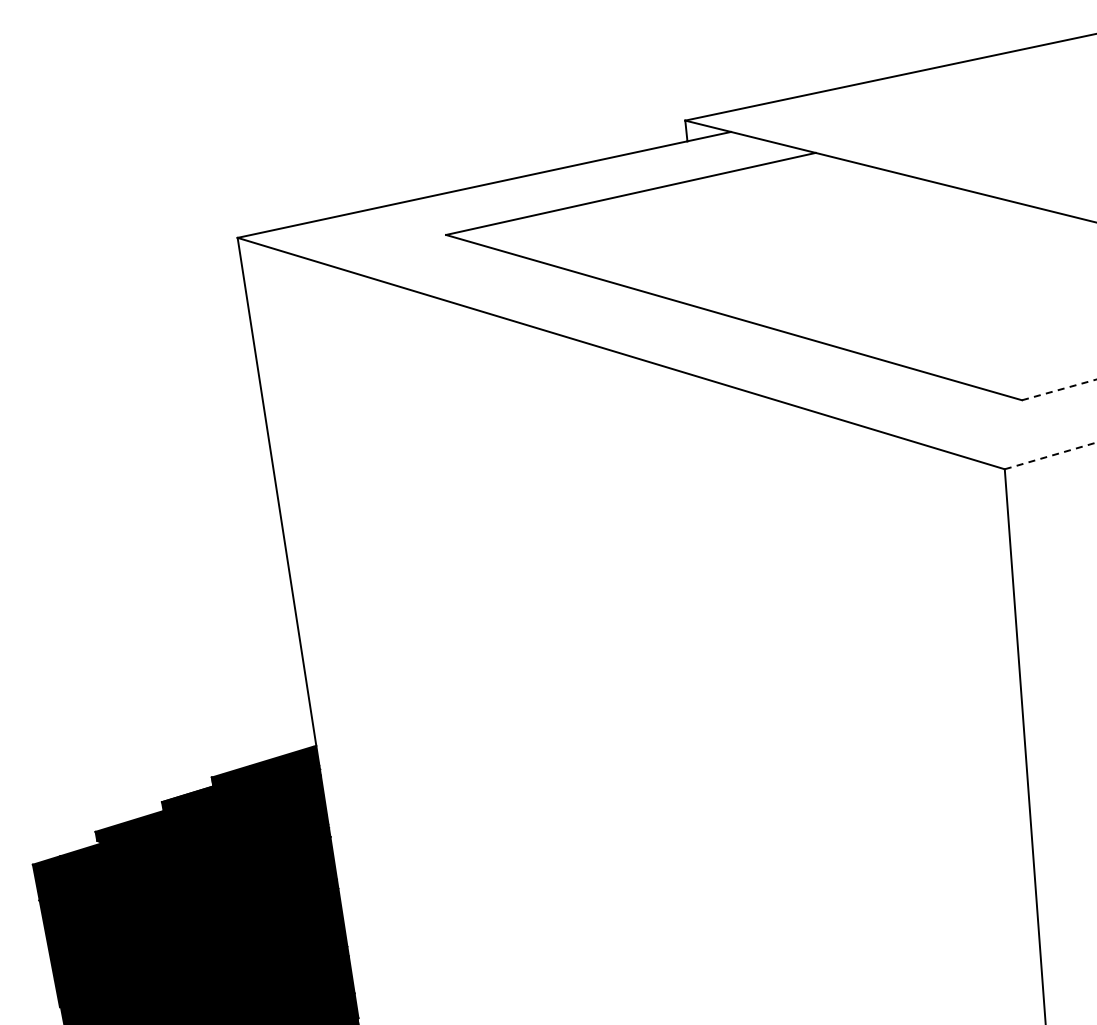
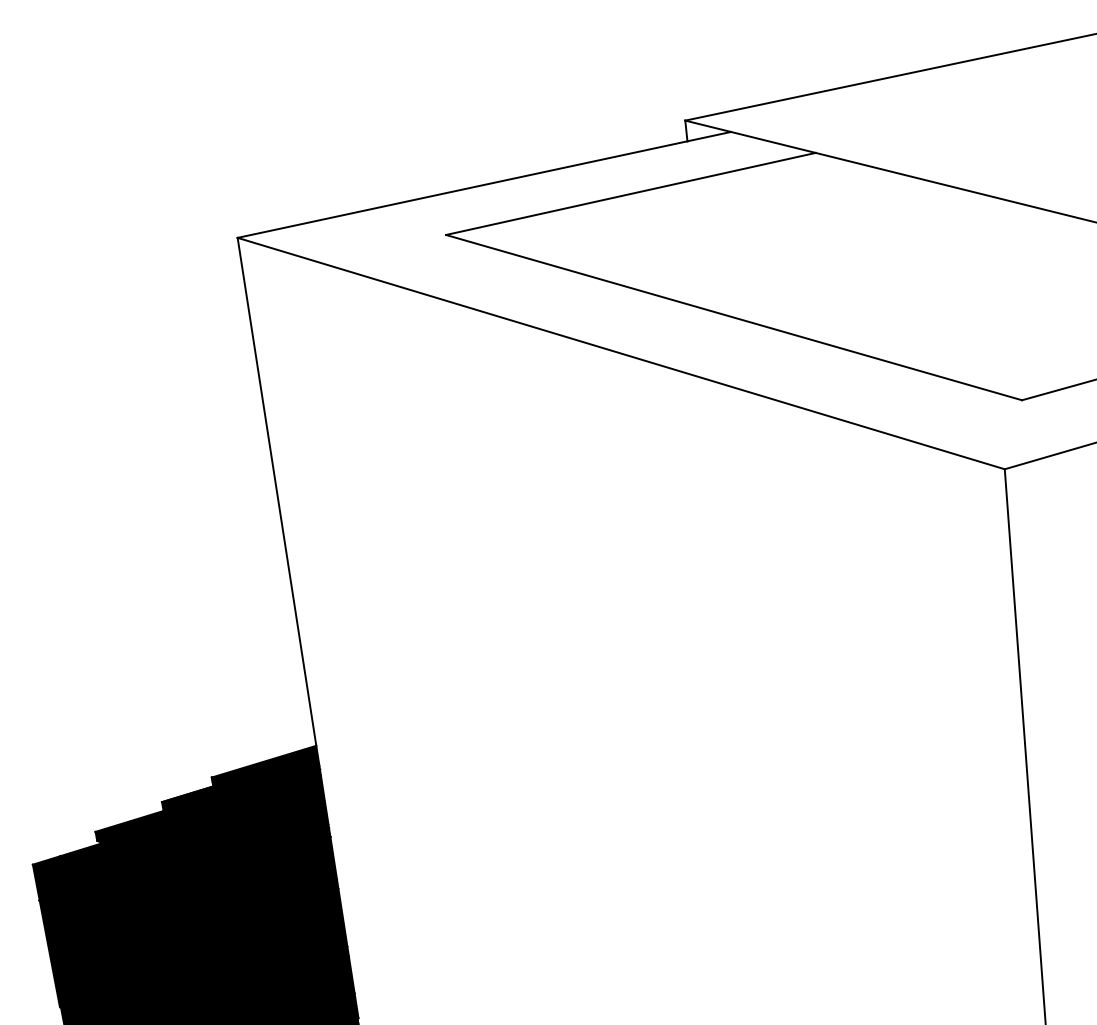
line at (1059, 389): dashed -> solid
line at (1050, 455): dashed -> solid
